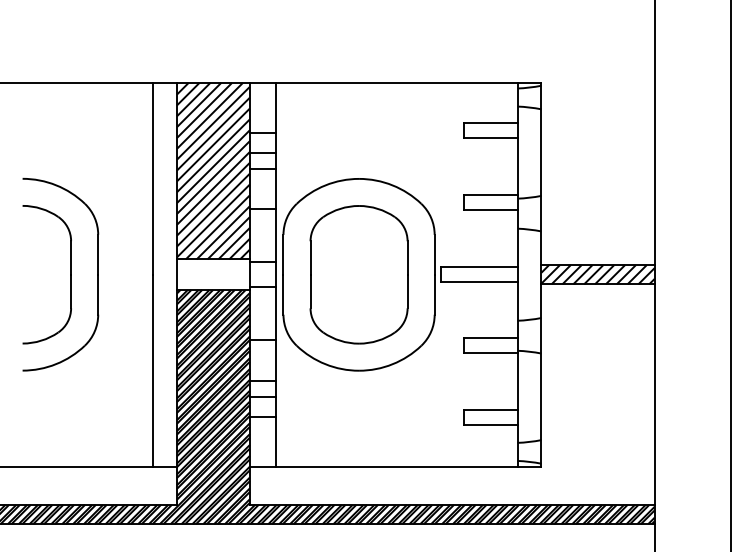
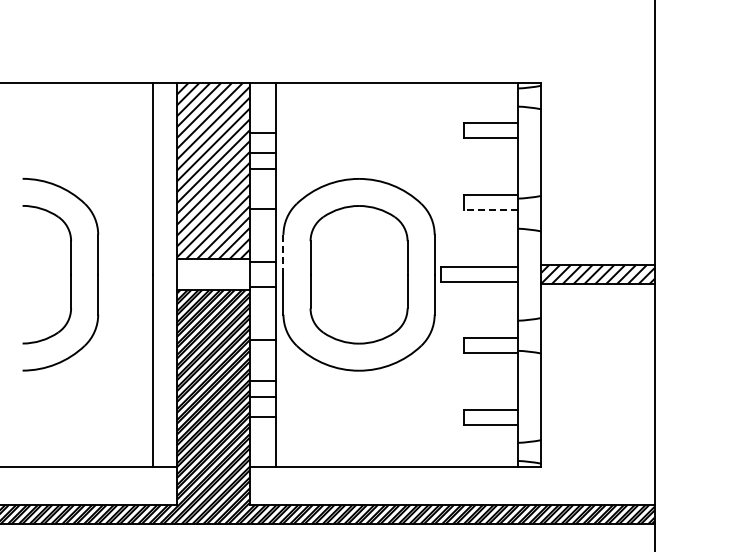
line at (490, 210): solid -> dashed
line at (283, 254): solid -> dashed
line at (731, 275): present -> none
